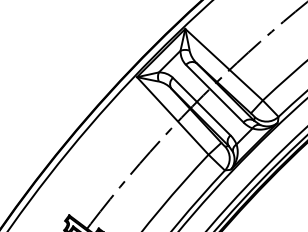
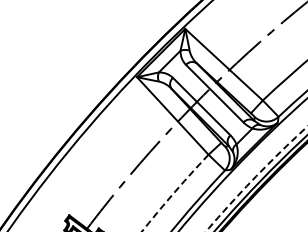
arc at (255, 177): solid -> dashed
arc at (174, 192): solid -> dashed
